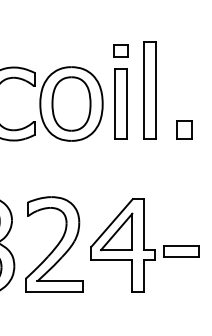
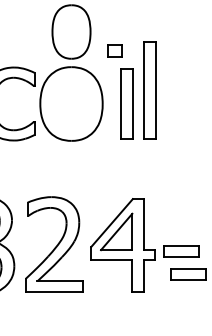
part at (120, 50) position: (120, 50) -> (114, 50)
part at (71, 103) position: (71, 103) -> (71, 31)
part at (120, 103) position: (120, 103) -> (126, 103)
part at (184, 129): present -> none
part at (188, 274): none -> present
